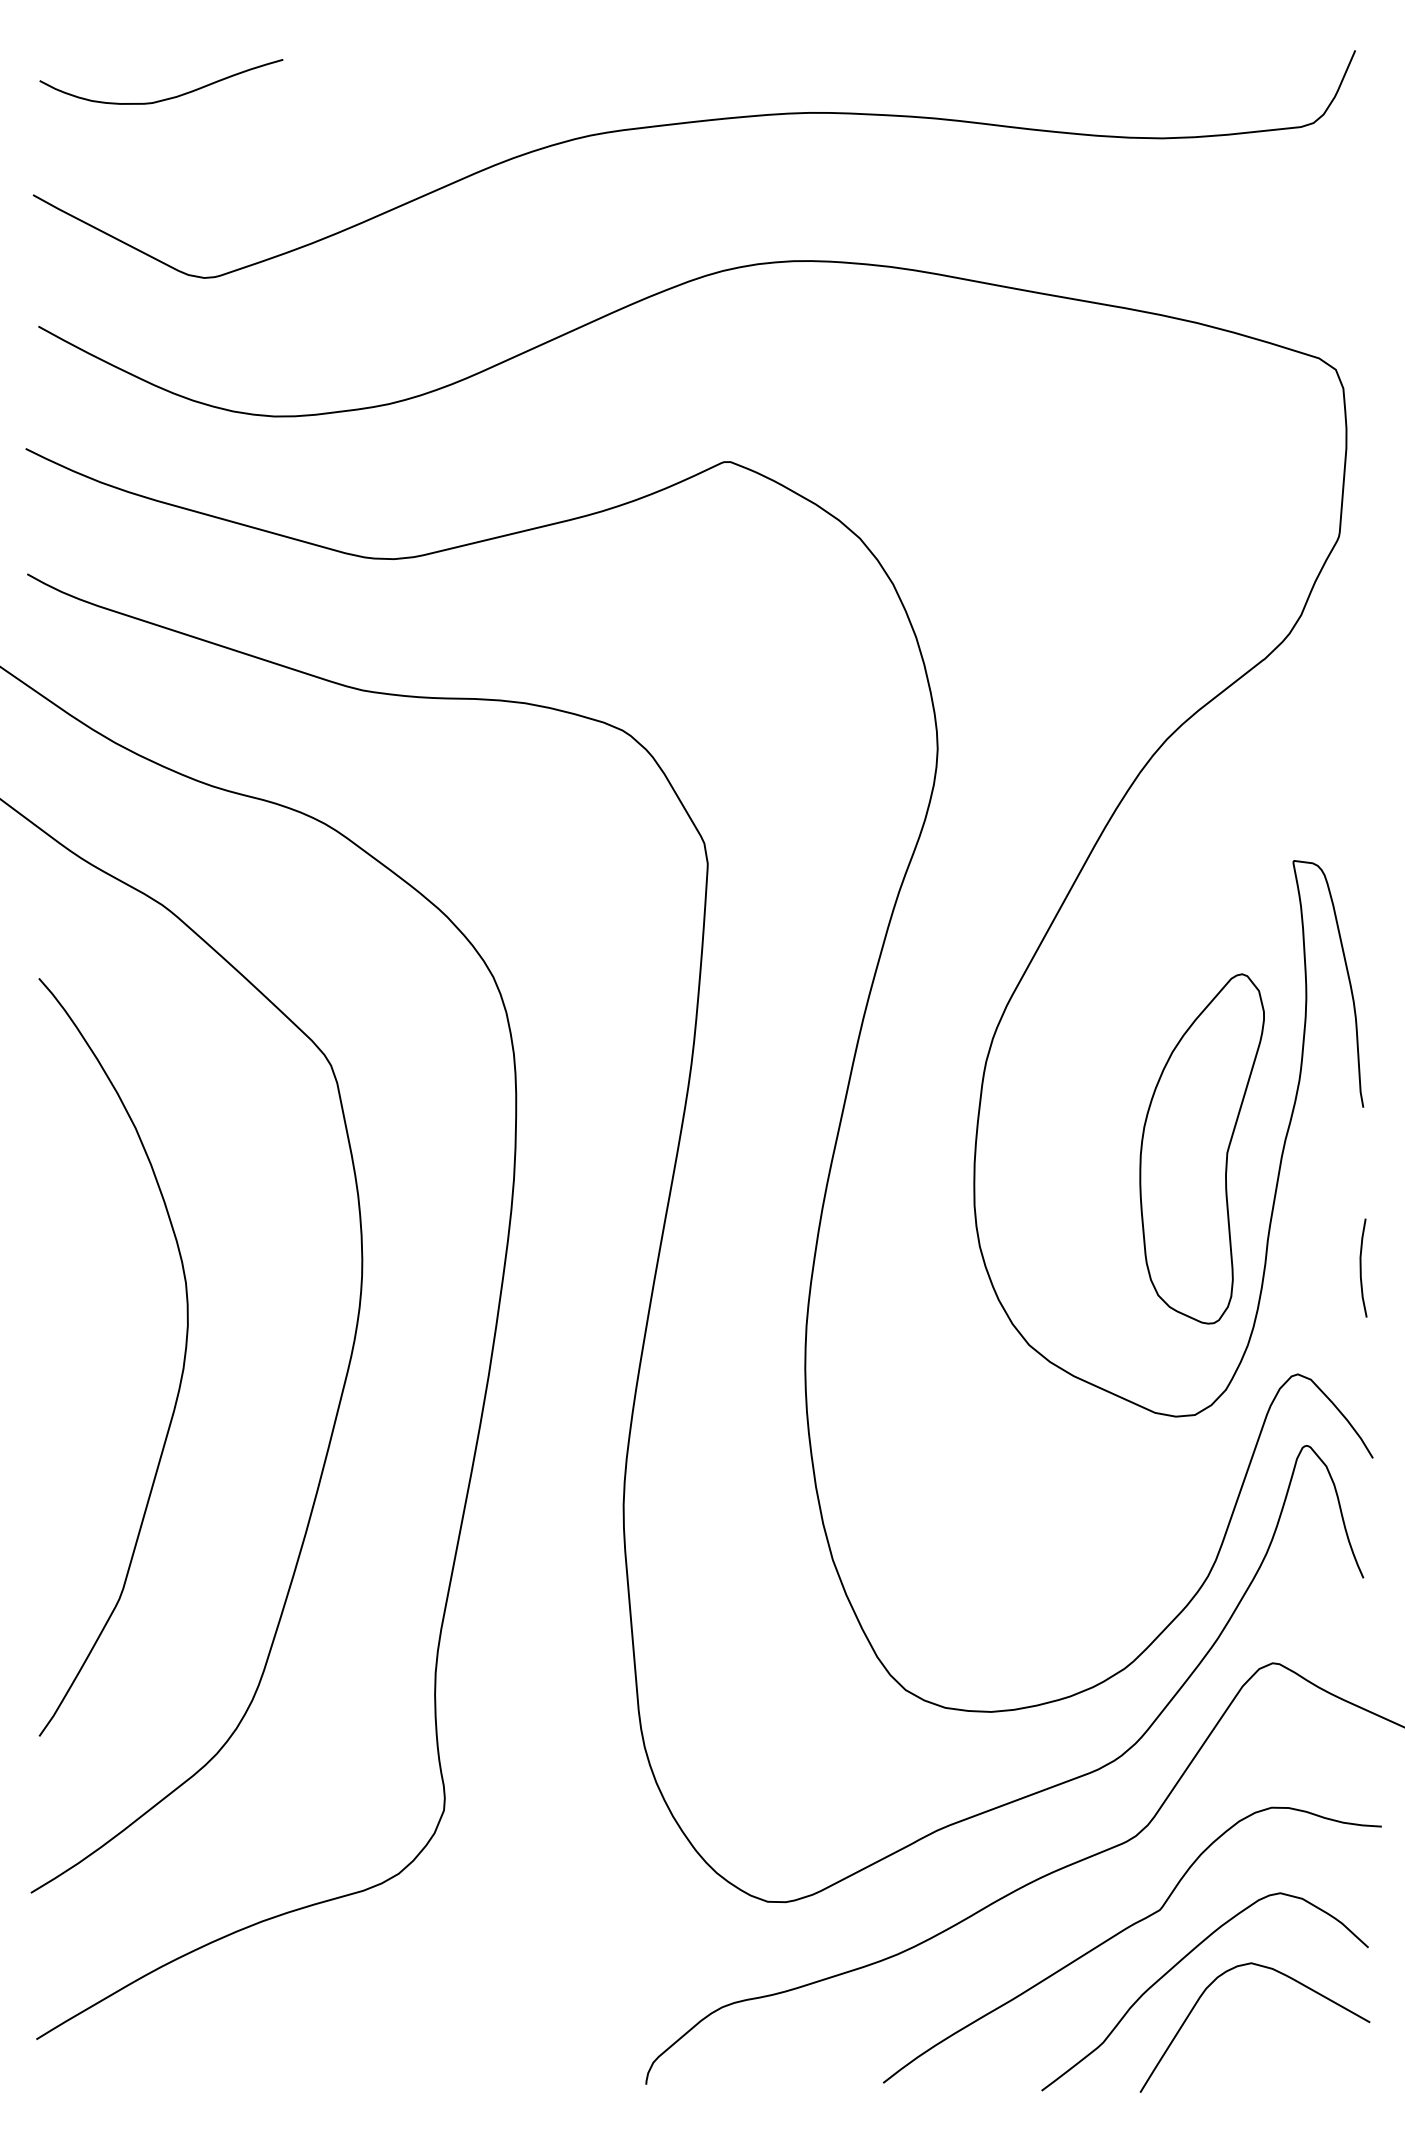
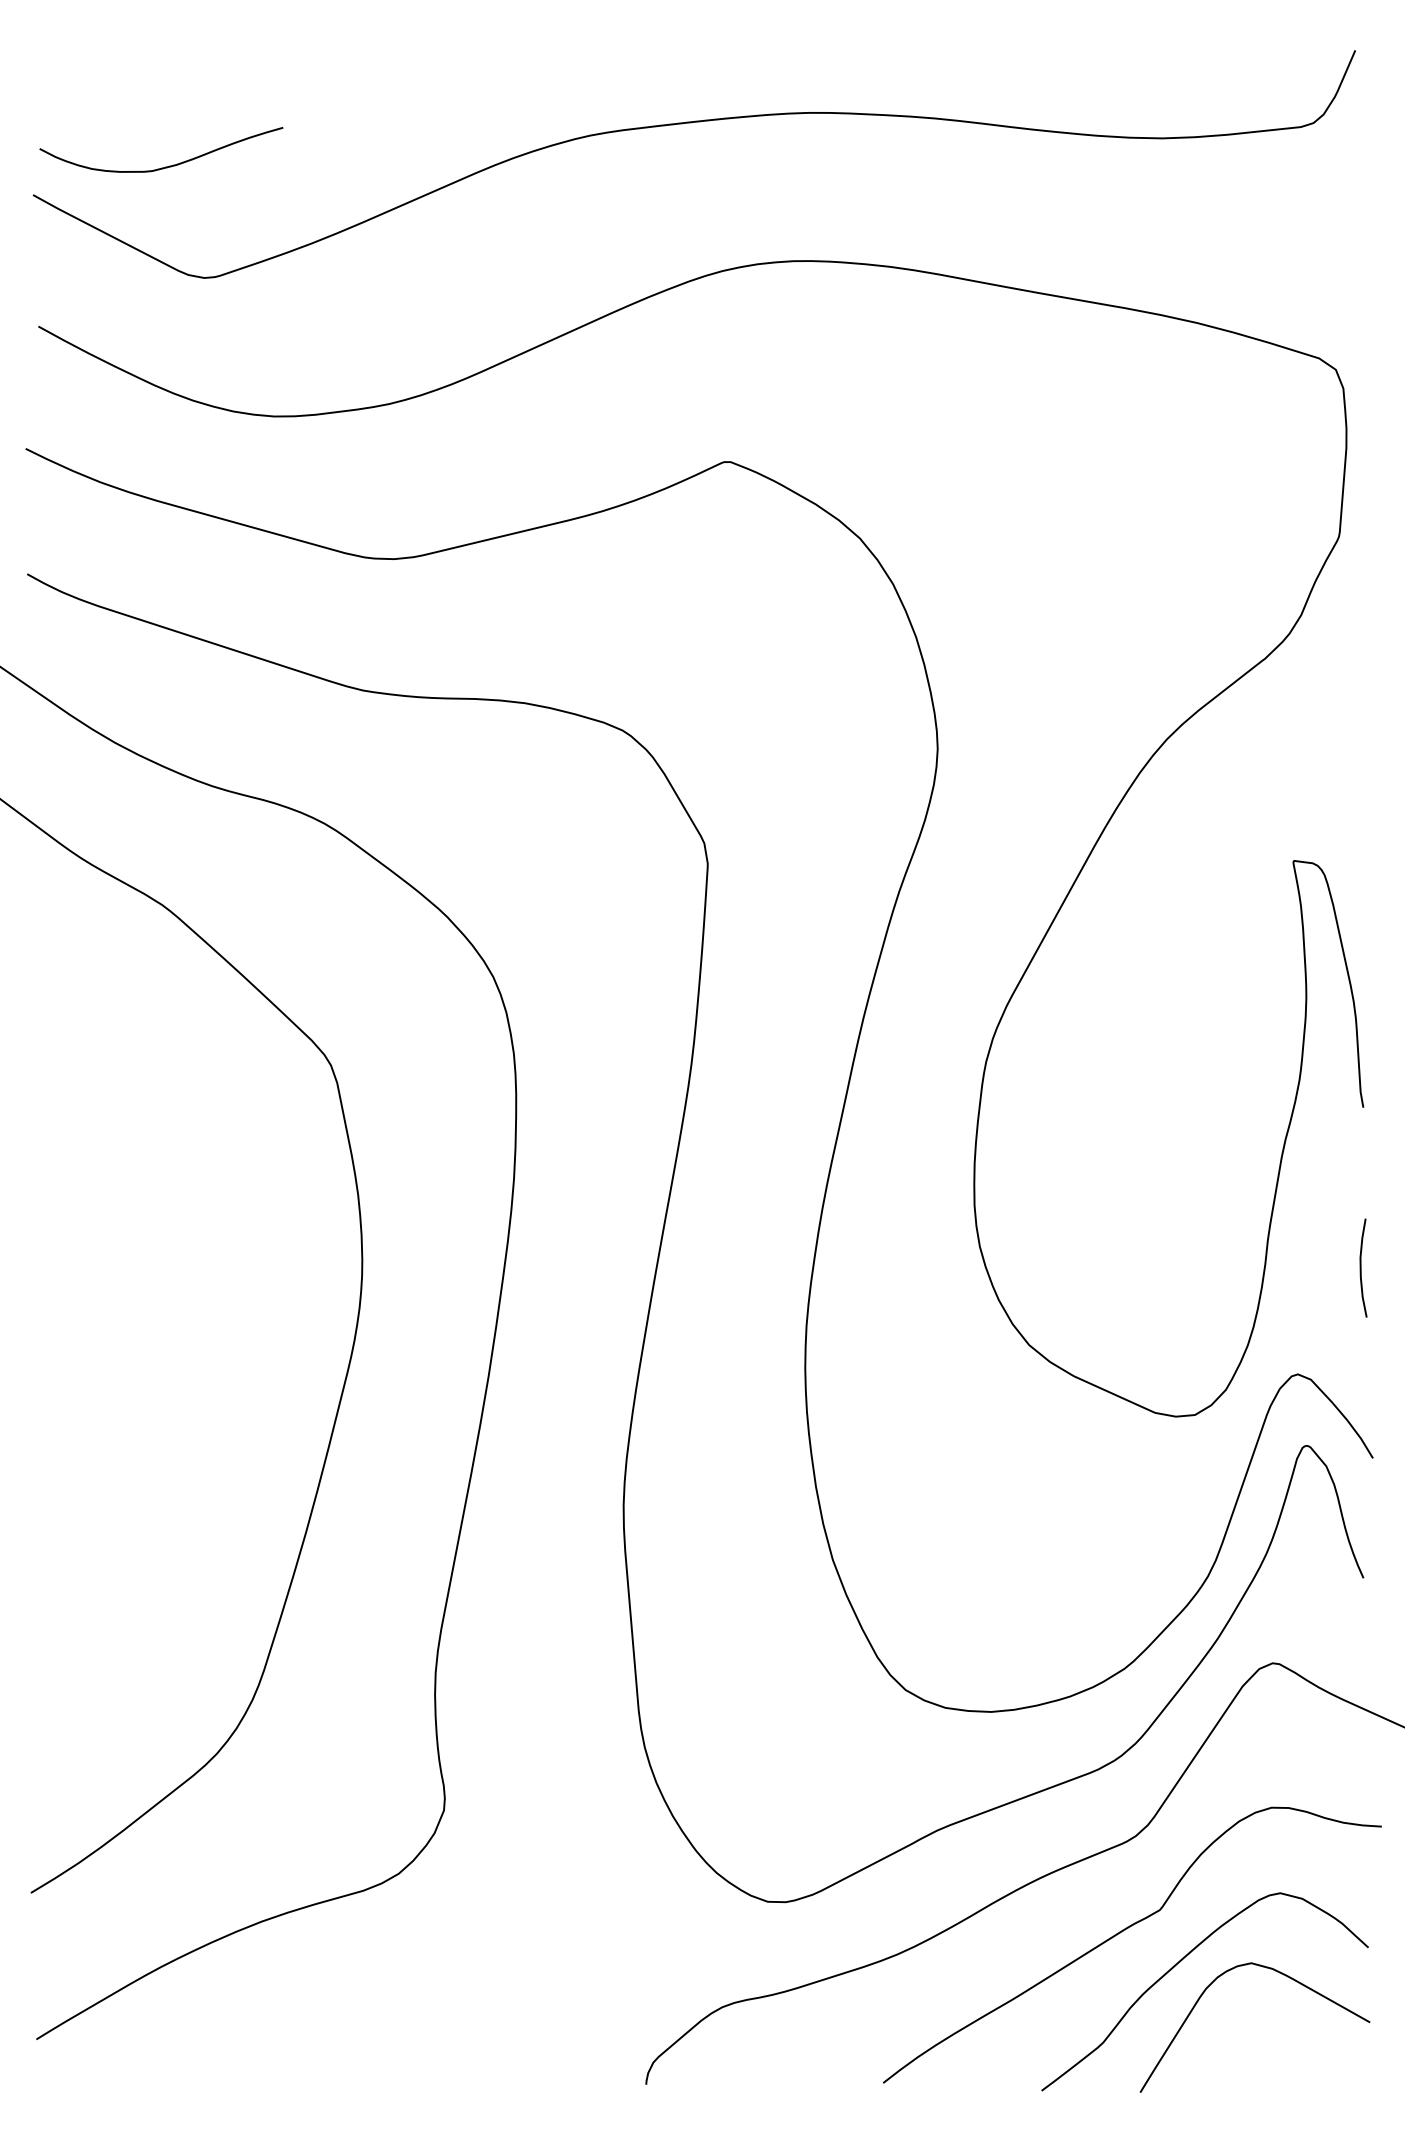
curve at (165, 98) position: (165, 98) -> (165, 166)
part at (1201, 1148): present -> none
curve at (182, 1366): present -> none
